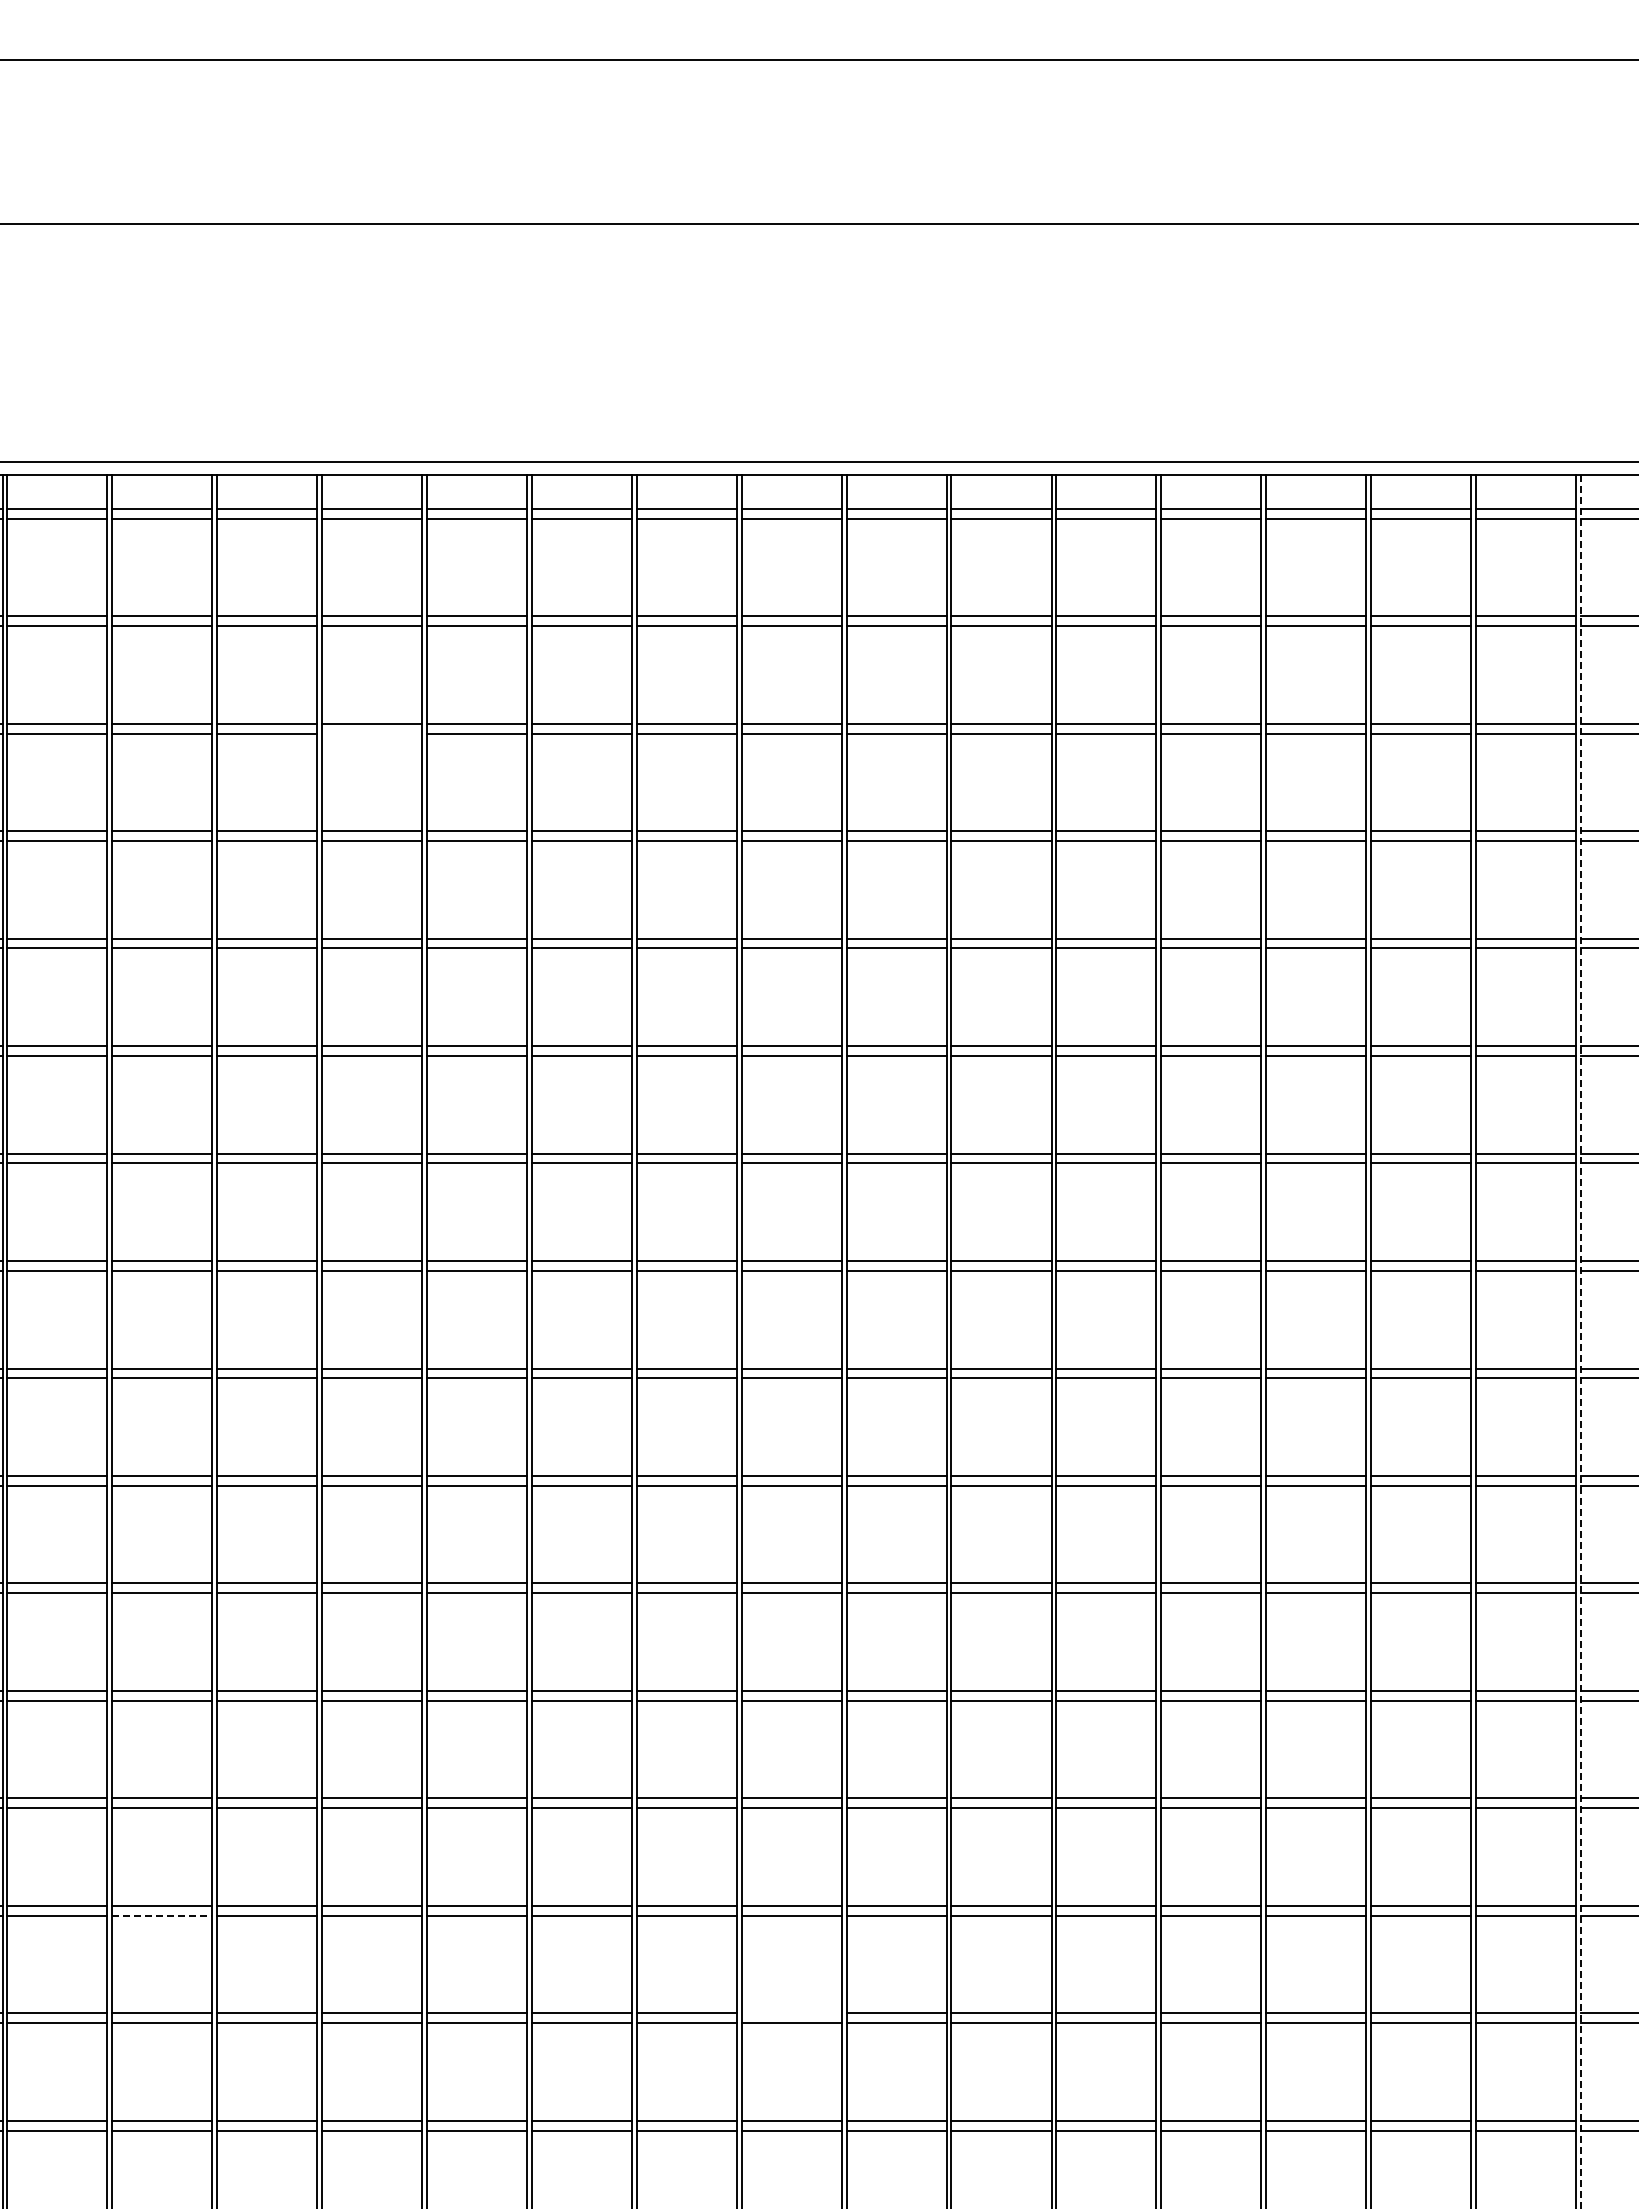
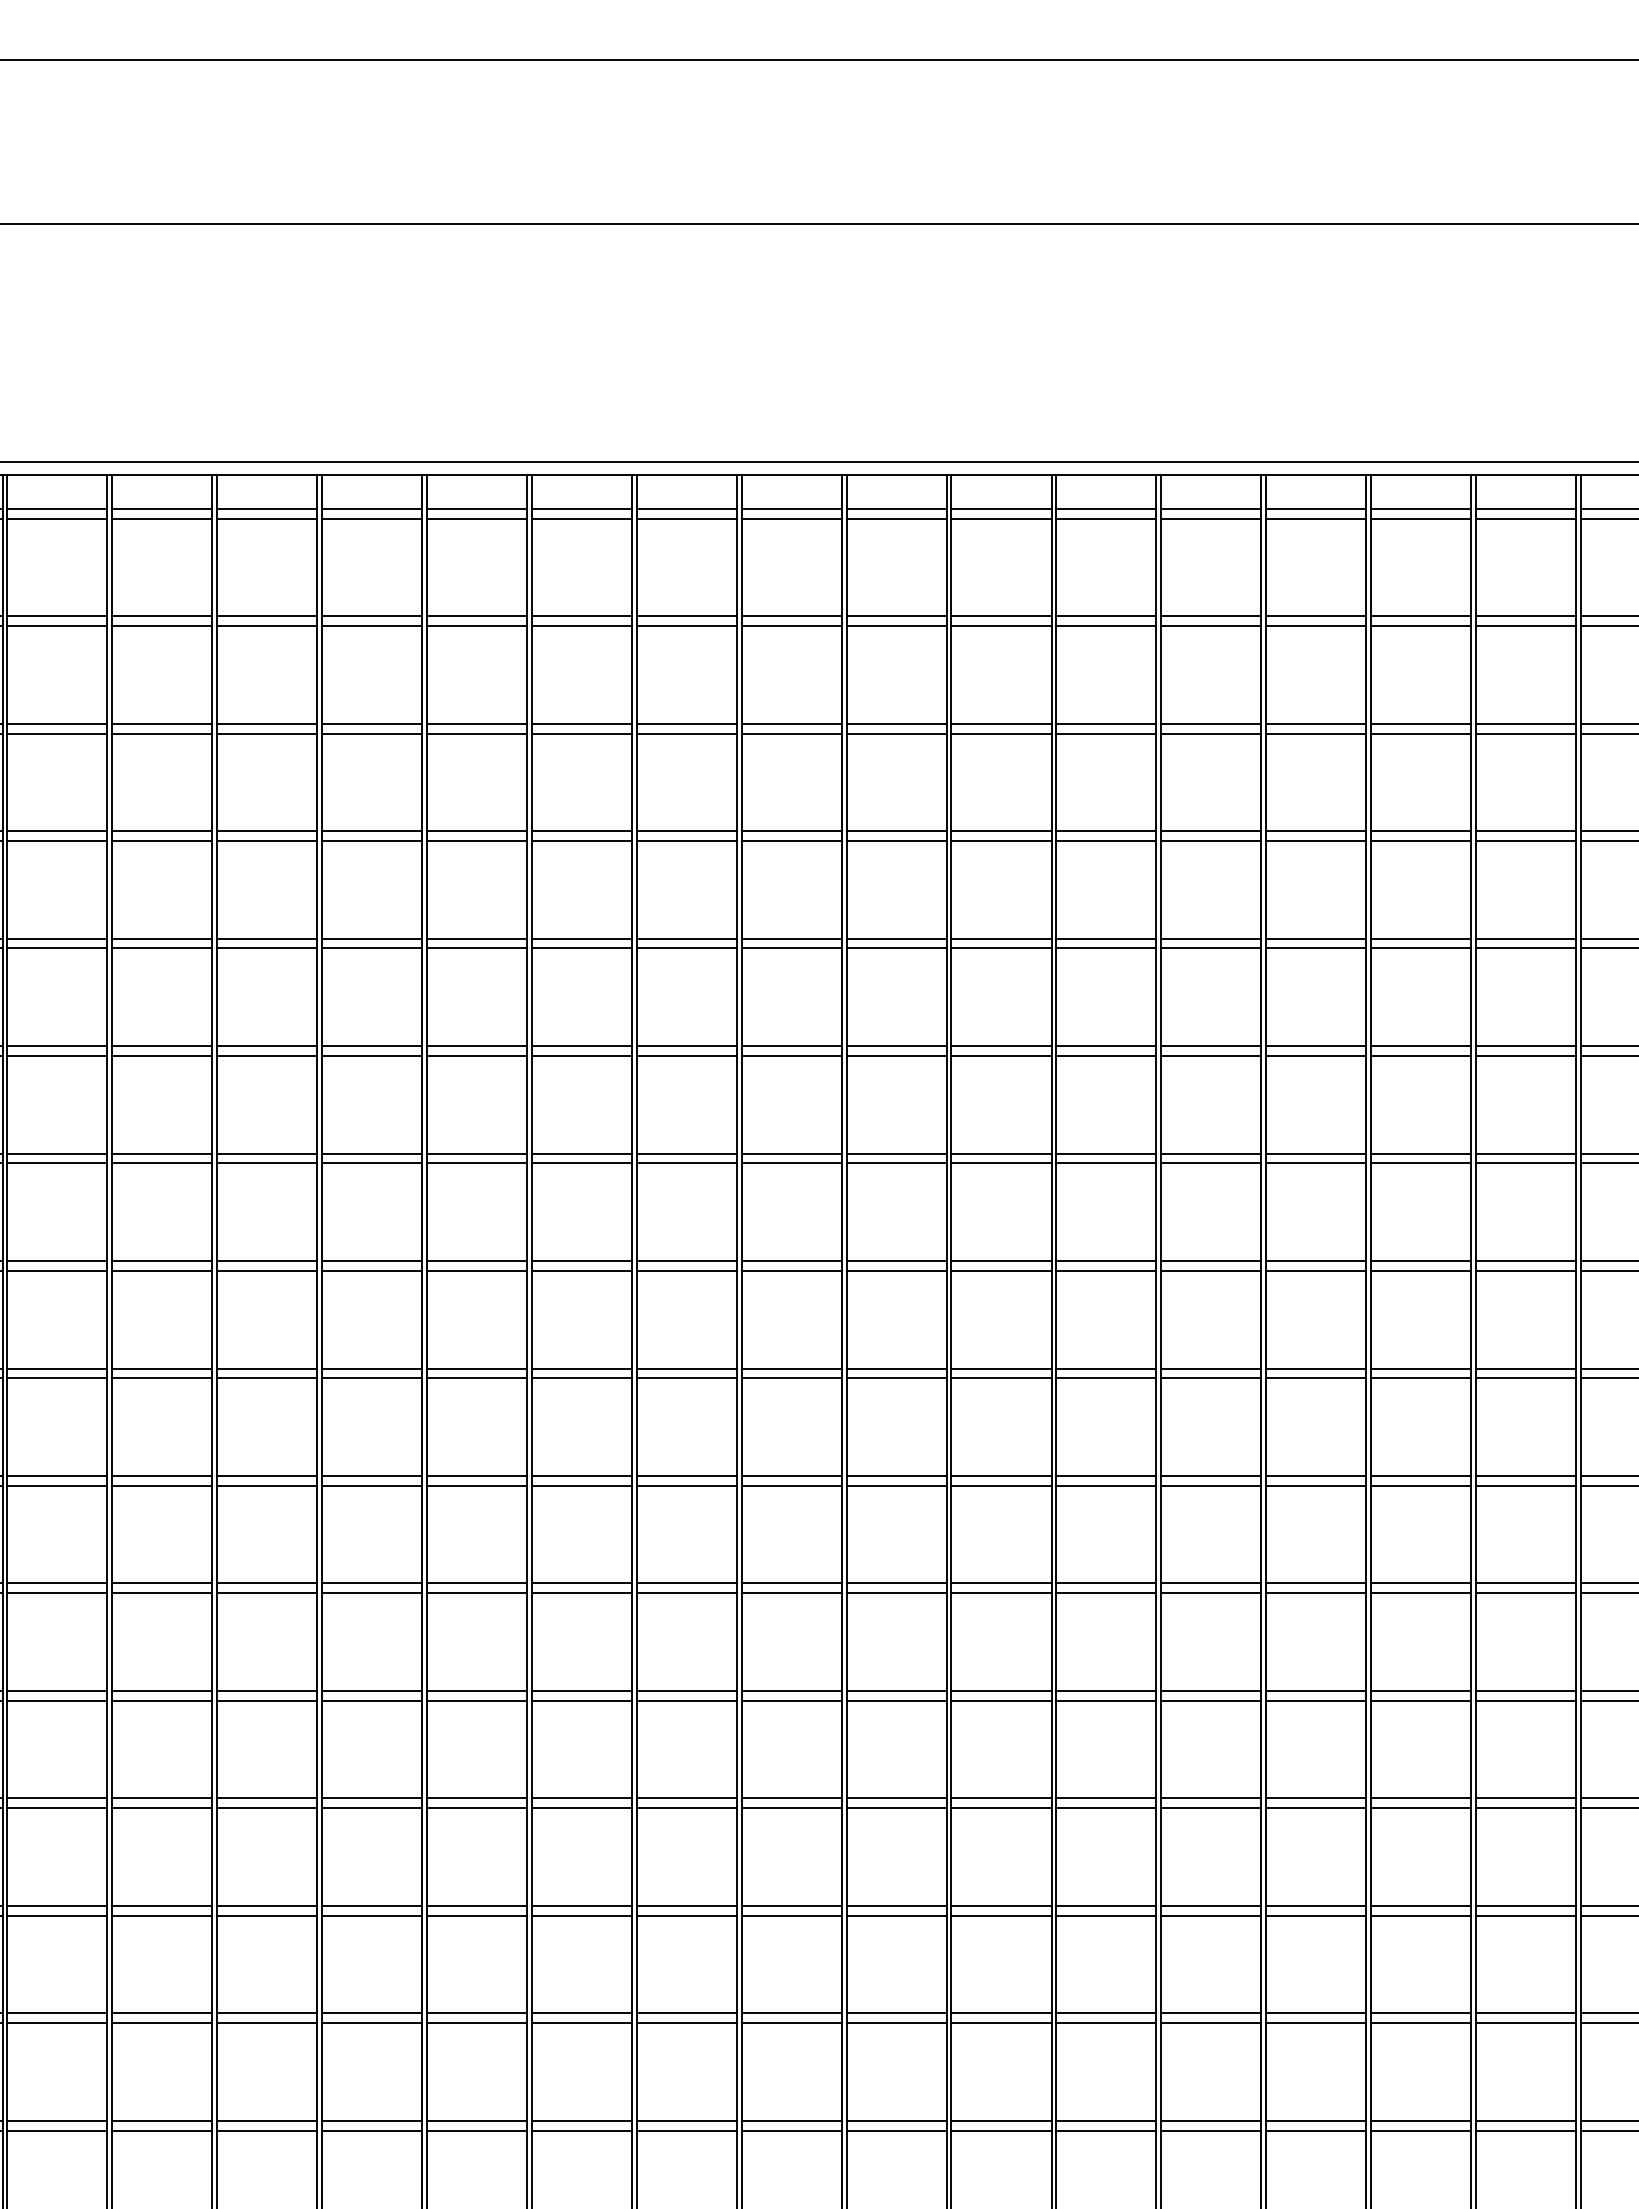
line at (371, 733): none -> present
line at (1580, 1341): dashed -> solid
line at (162, 1915): dashed -> solid
line at (791, 2013): none -> present
